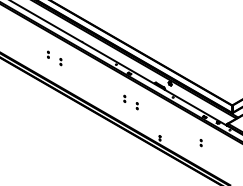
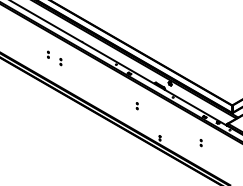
part at (124, 98): present -> none
